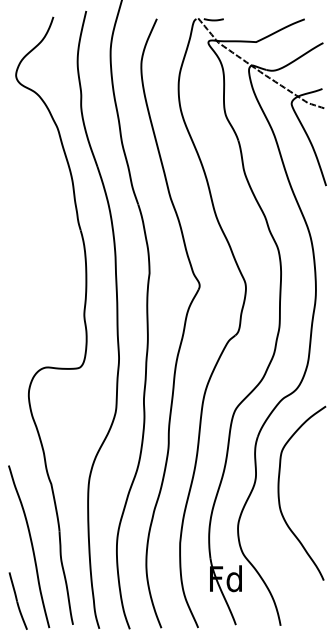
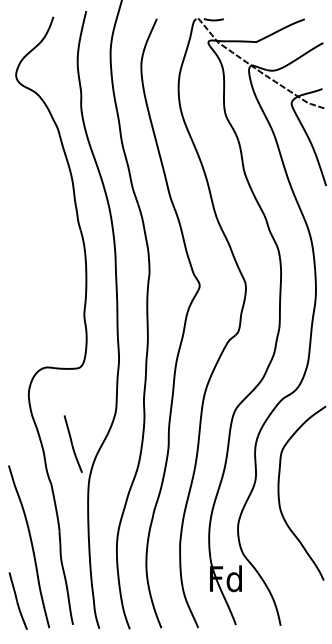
part at (72, 443): none -> present
